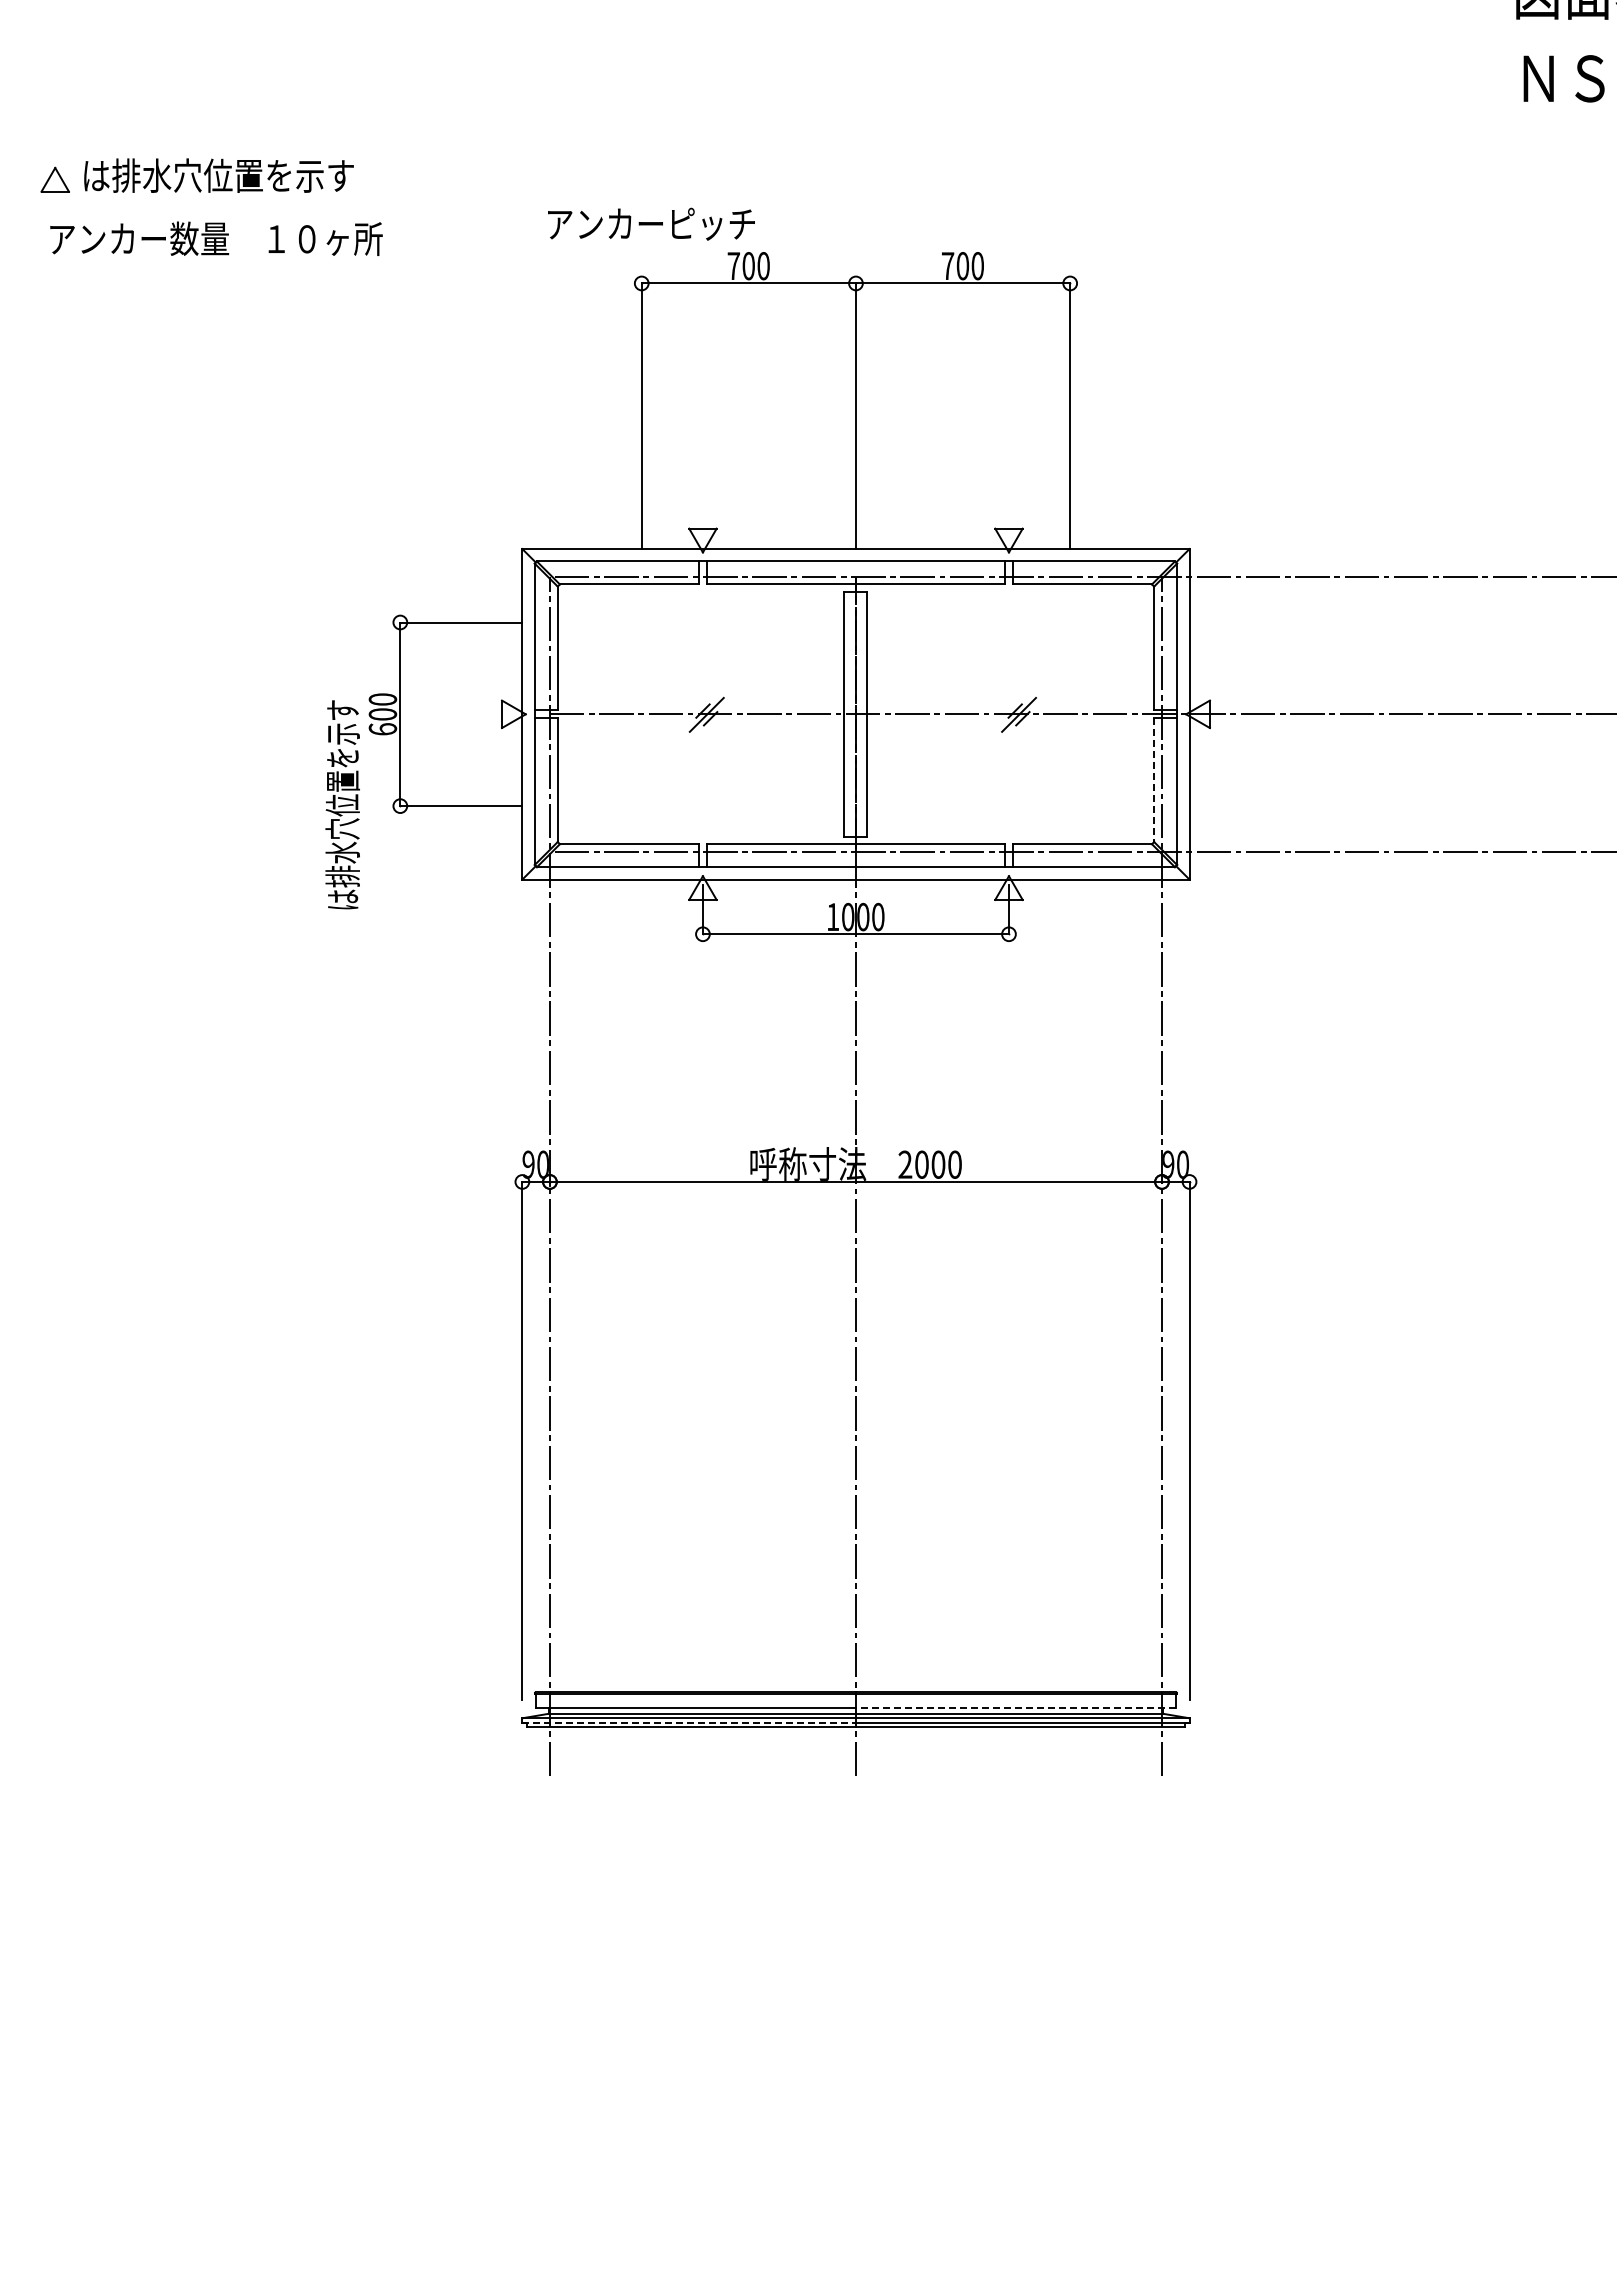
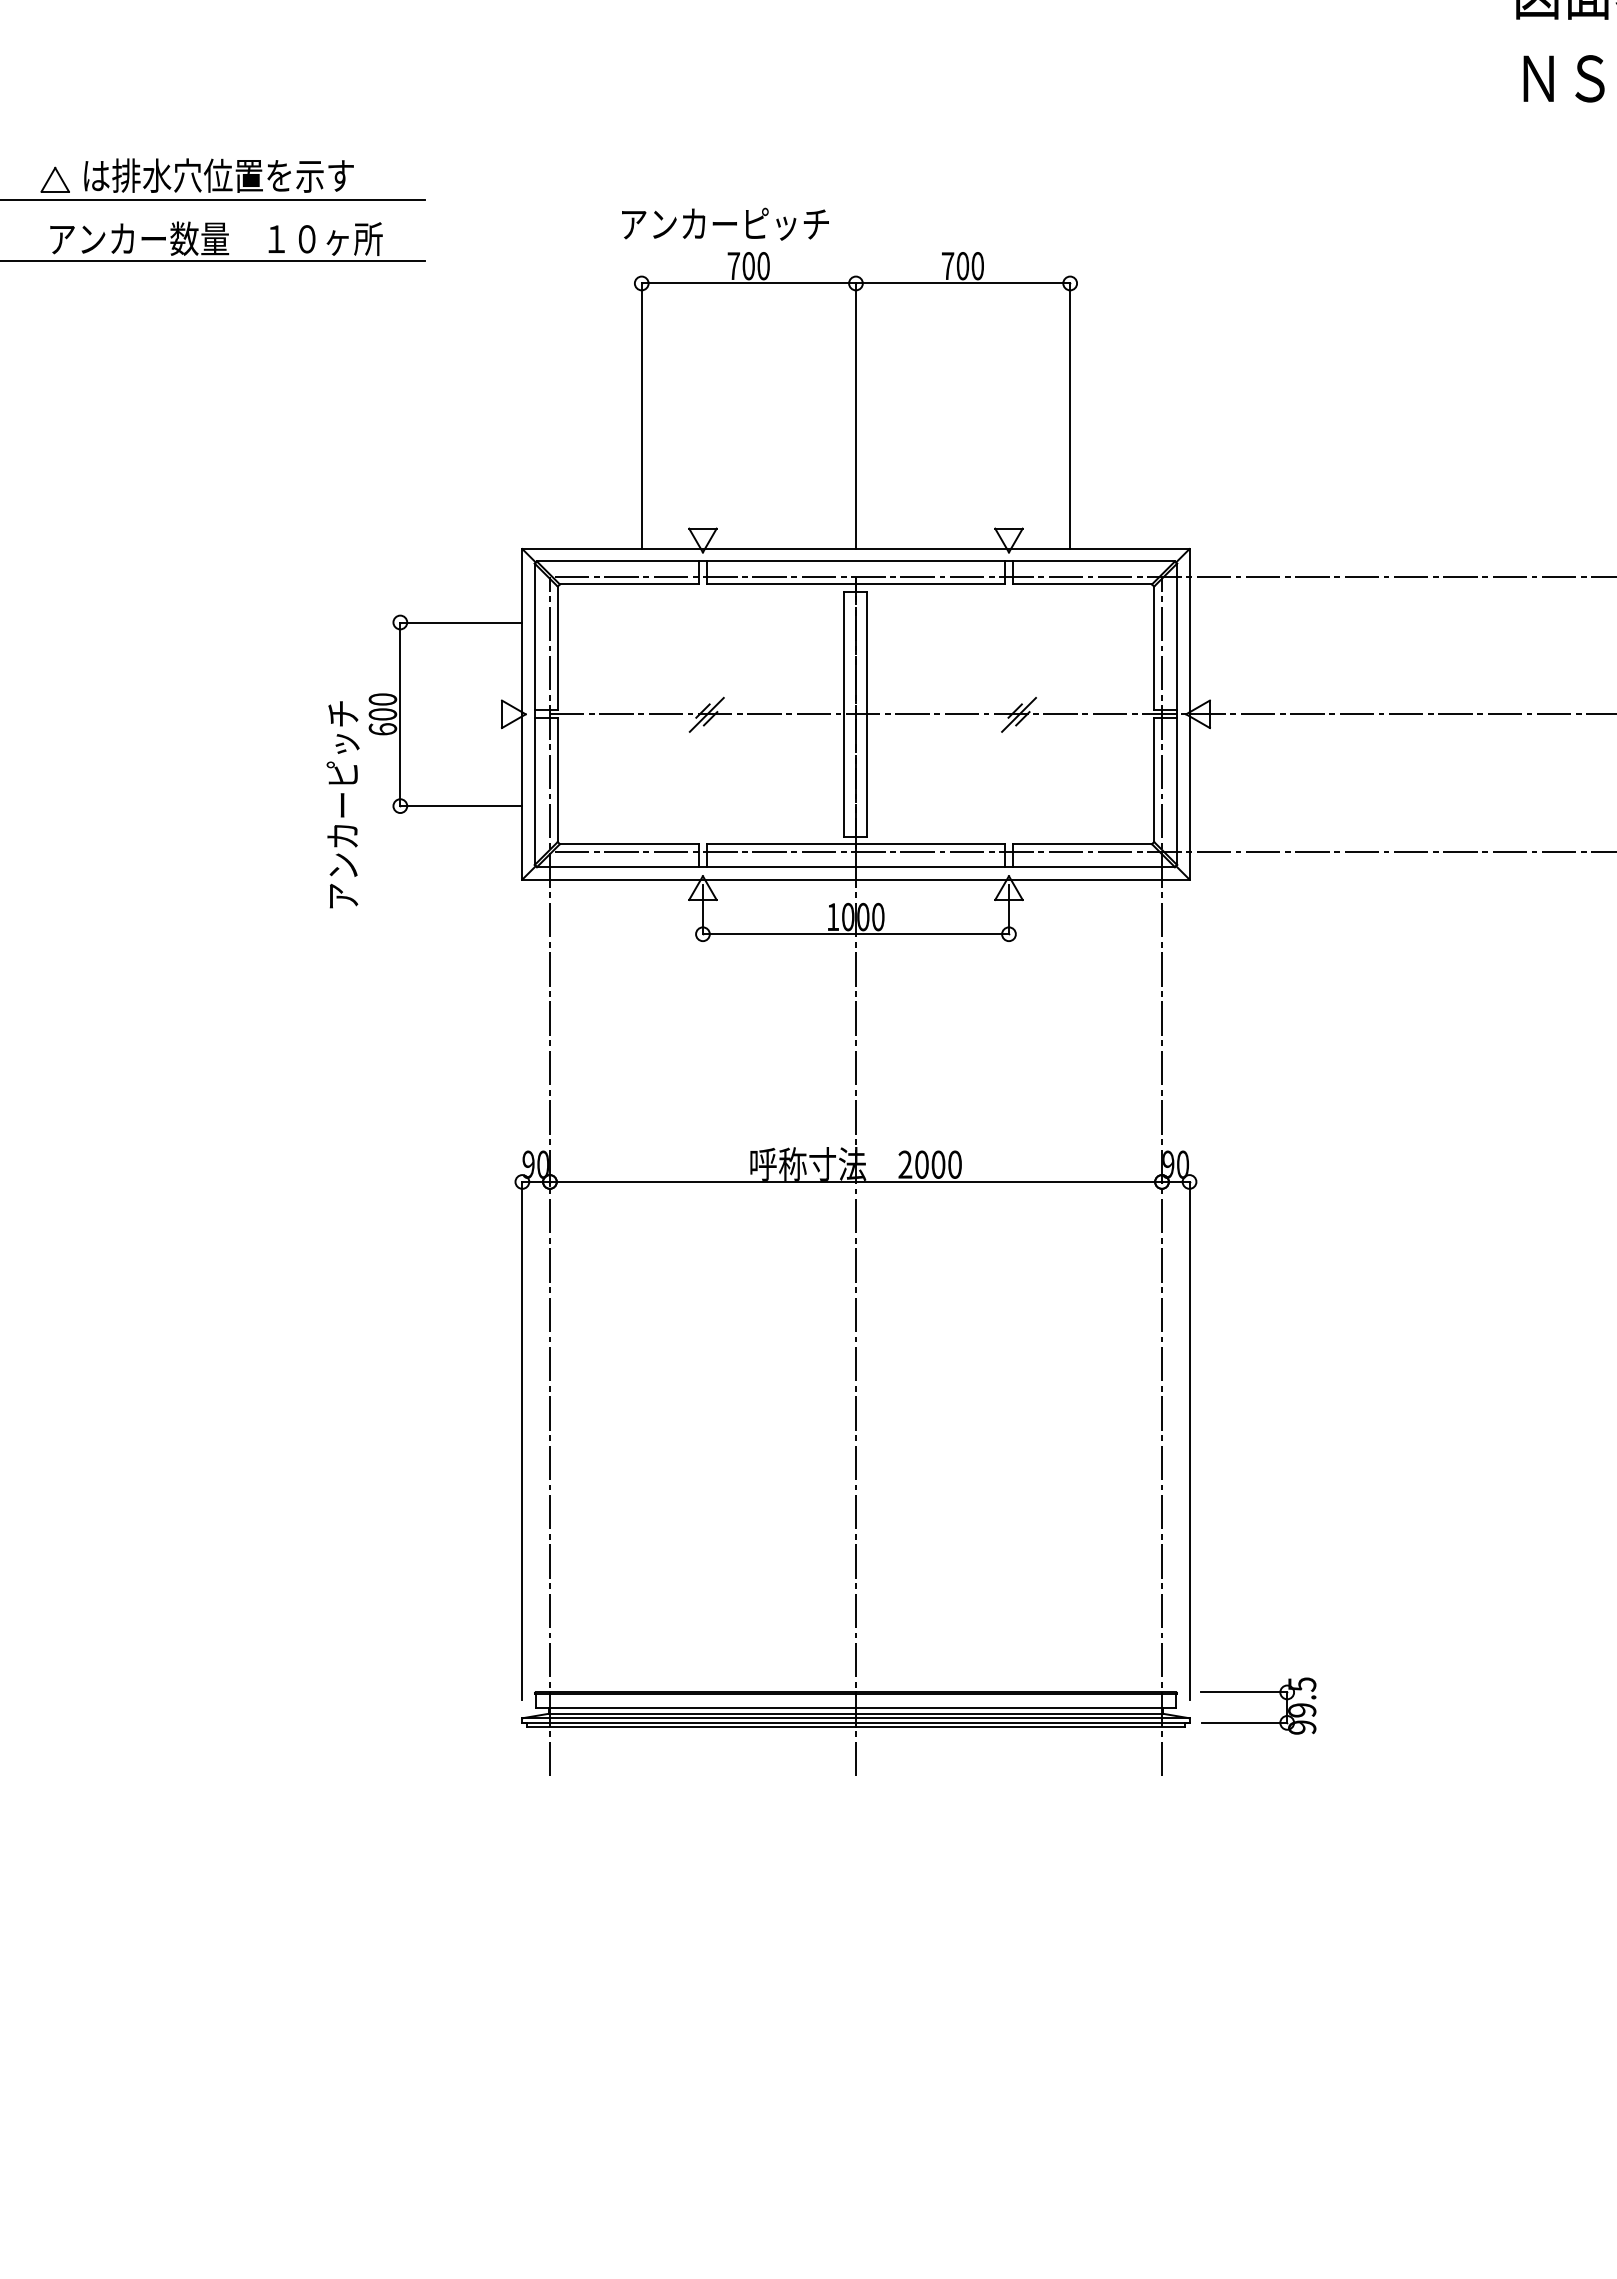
line at (213, 200): none -> present
text at (651, 223) position: (651, 223) -> (725, 223)
line at (213, 261): none -> present
line at (1154, 780): dashed -> solid
text at (342, 804): は排水穴位置を示す -> アンカーピッチ
part at (1258, 1692): none -> present
line at (1015, 1707): dashed -> solid
line at (689, 1722): dashed -> solid
